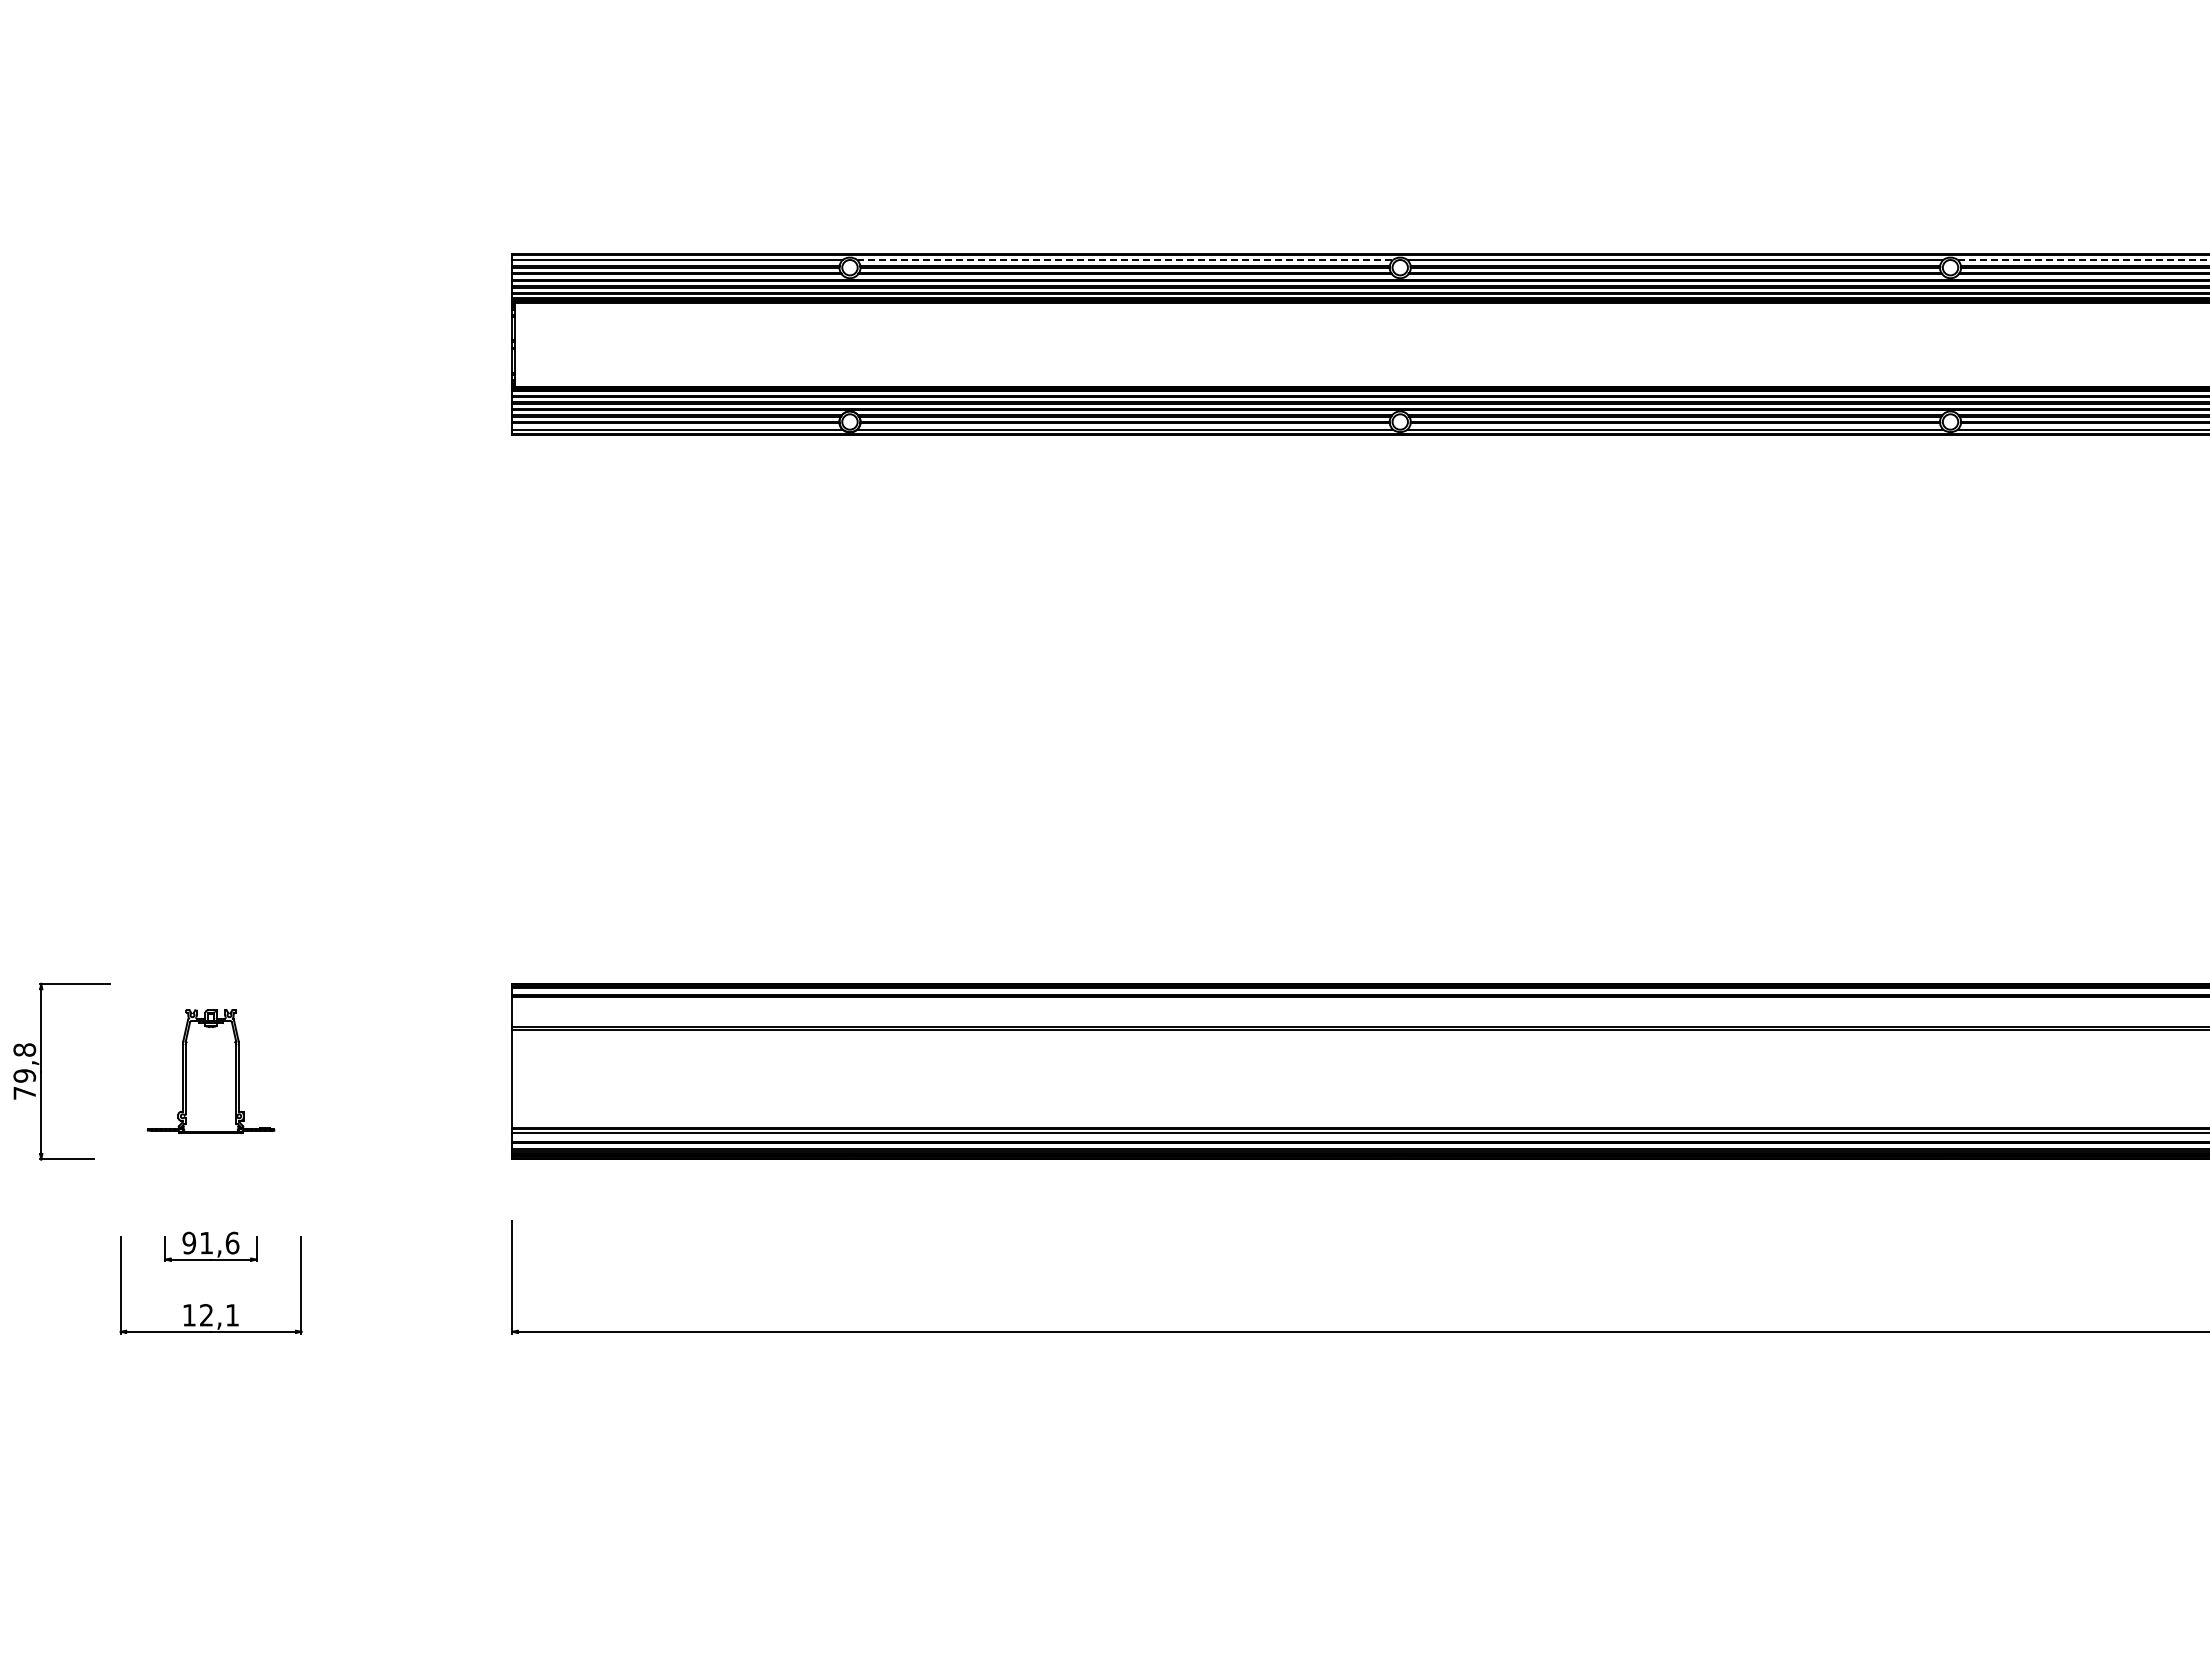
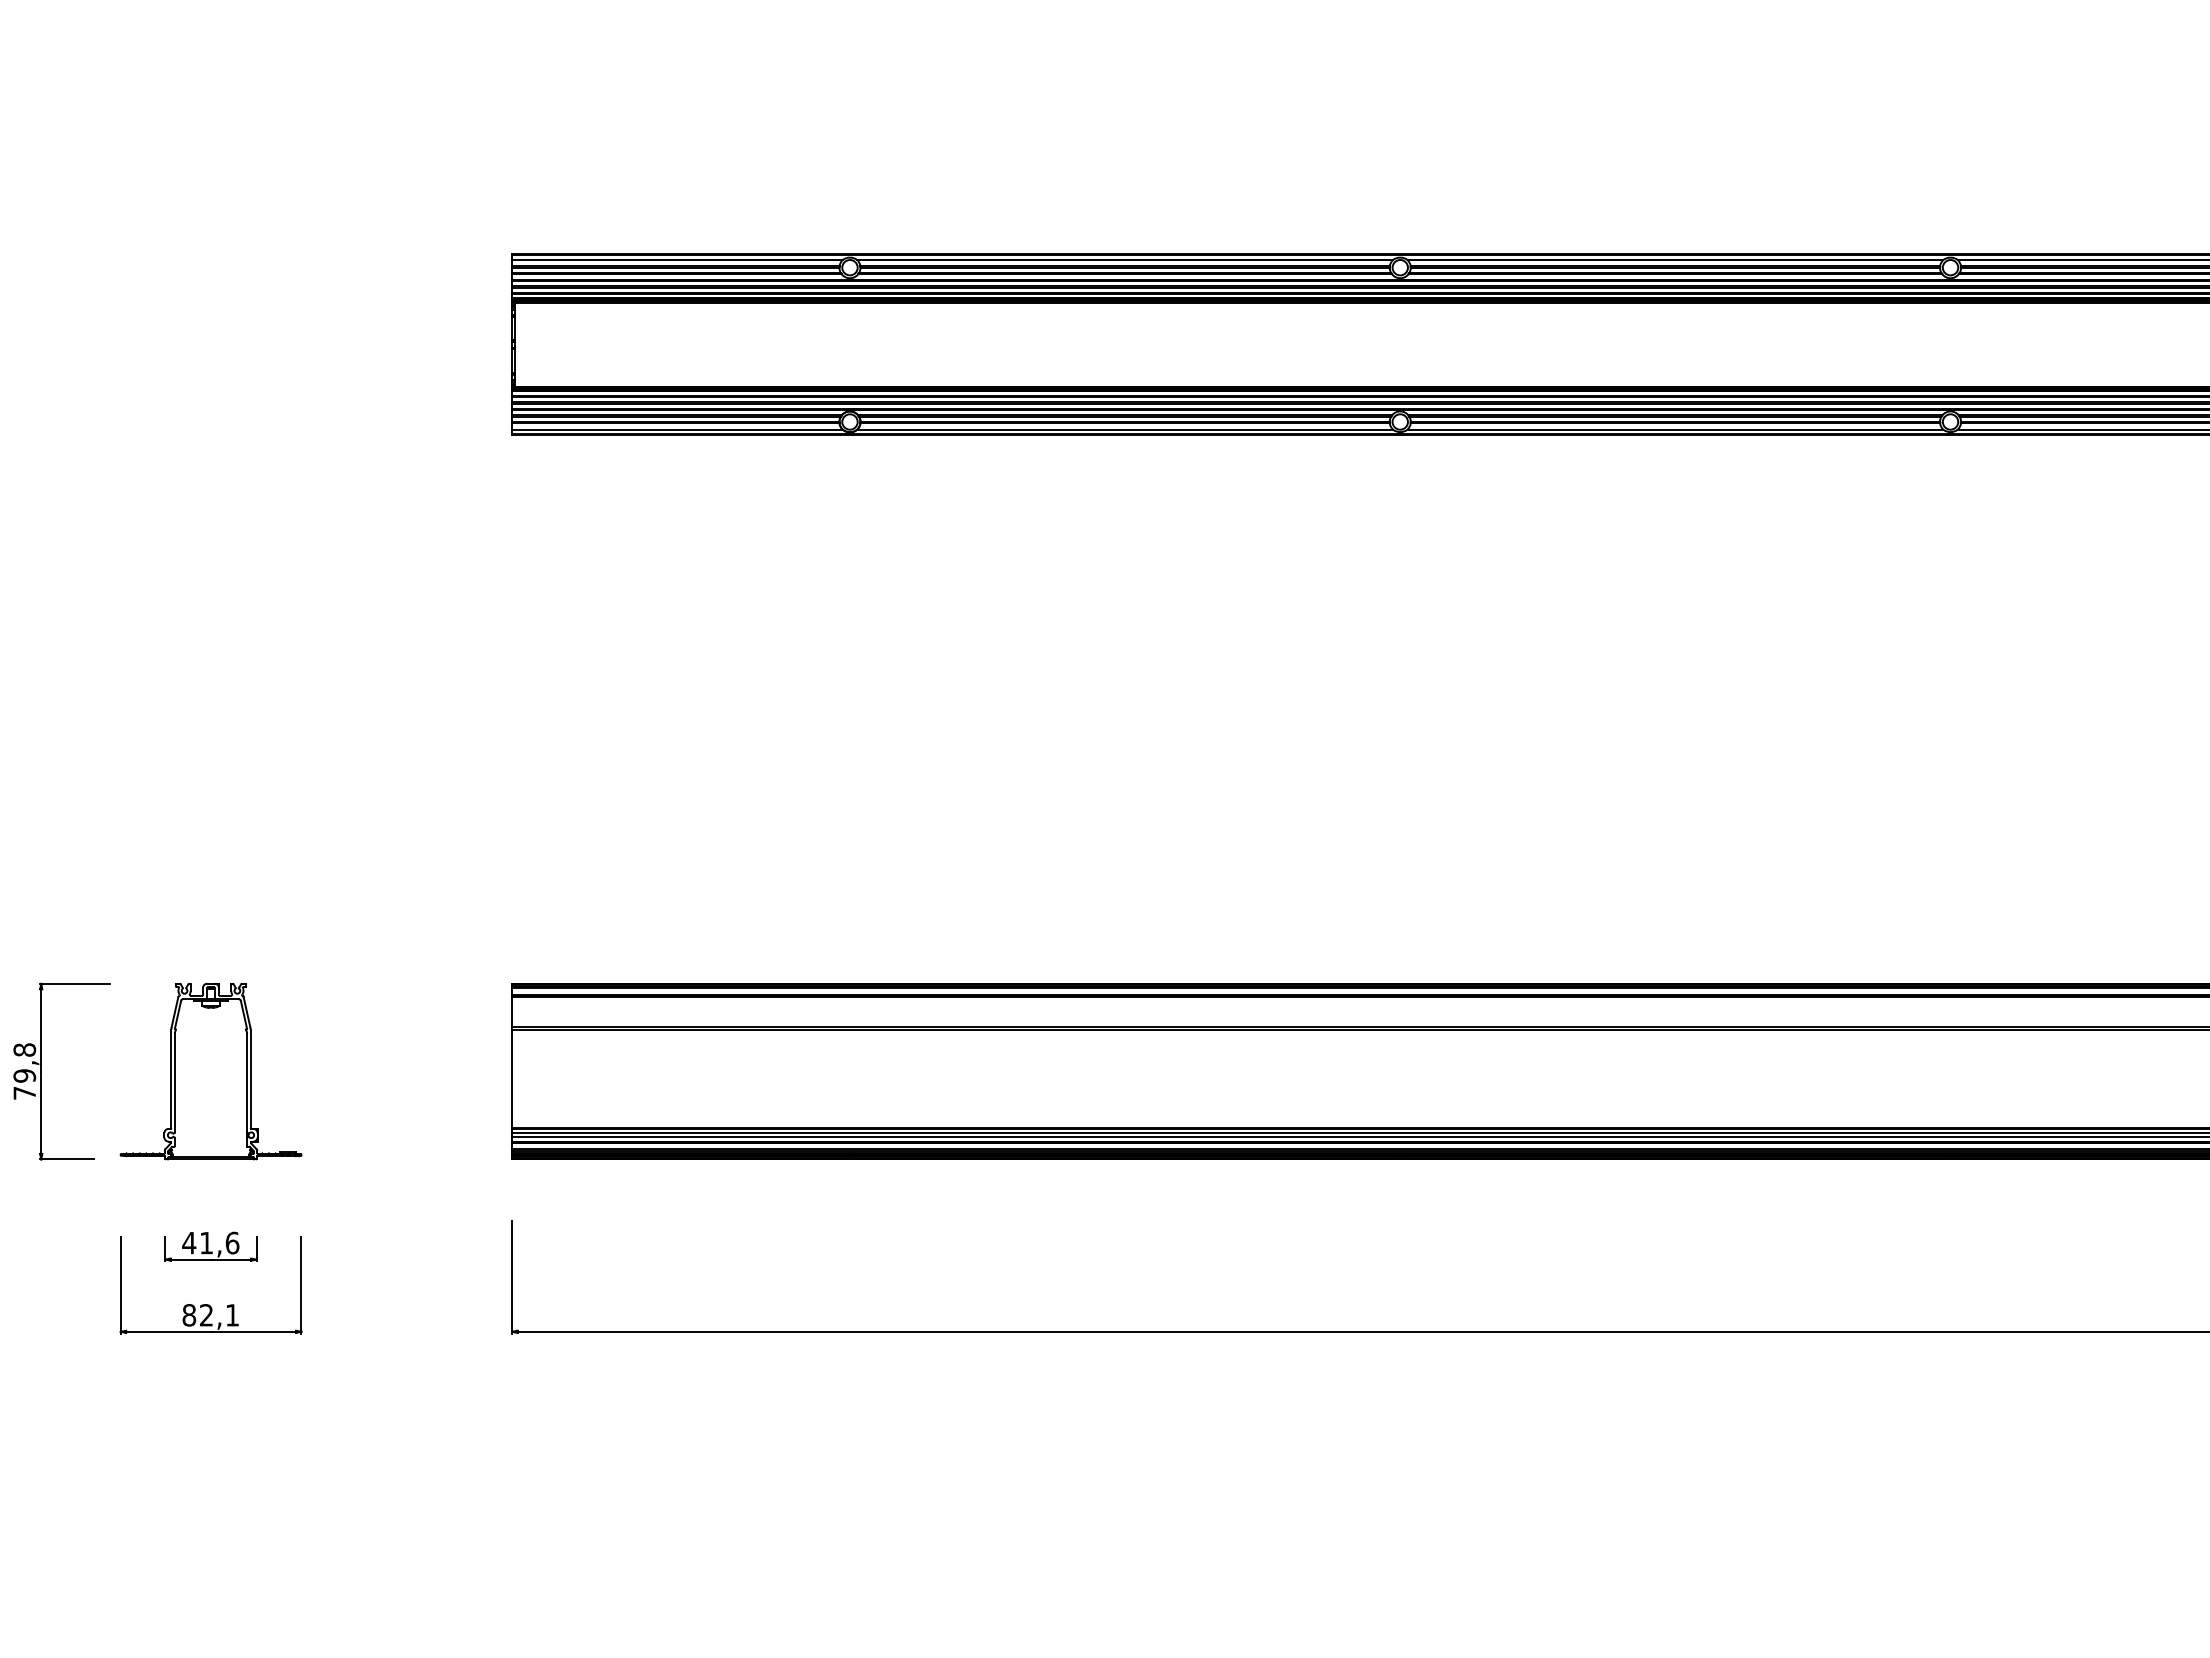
line at (1125, 260): dashed -> solid
line at (2083, 260): dashed -> solid
part at (211, 1071) size: 129x125 px -> 184x178 px
line at (1359, 1137): none -> present
text at (189, 1242): 91,6 -> 41,6
text at (189, 1315): 12,1 -> 82,1
